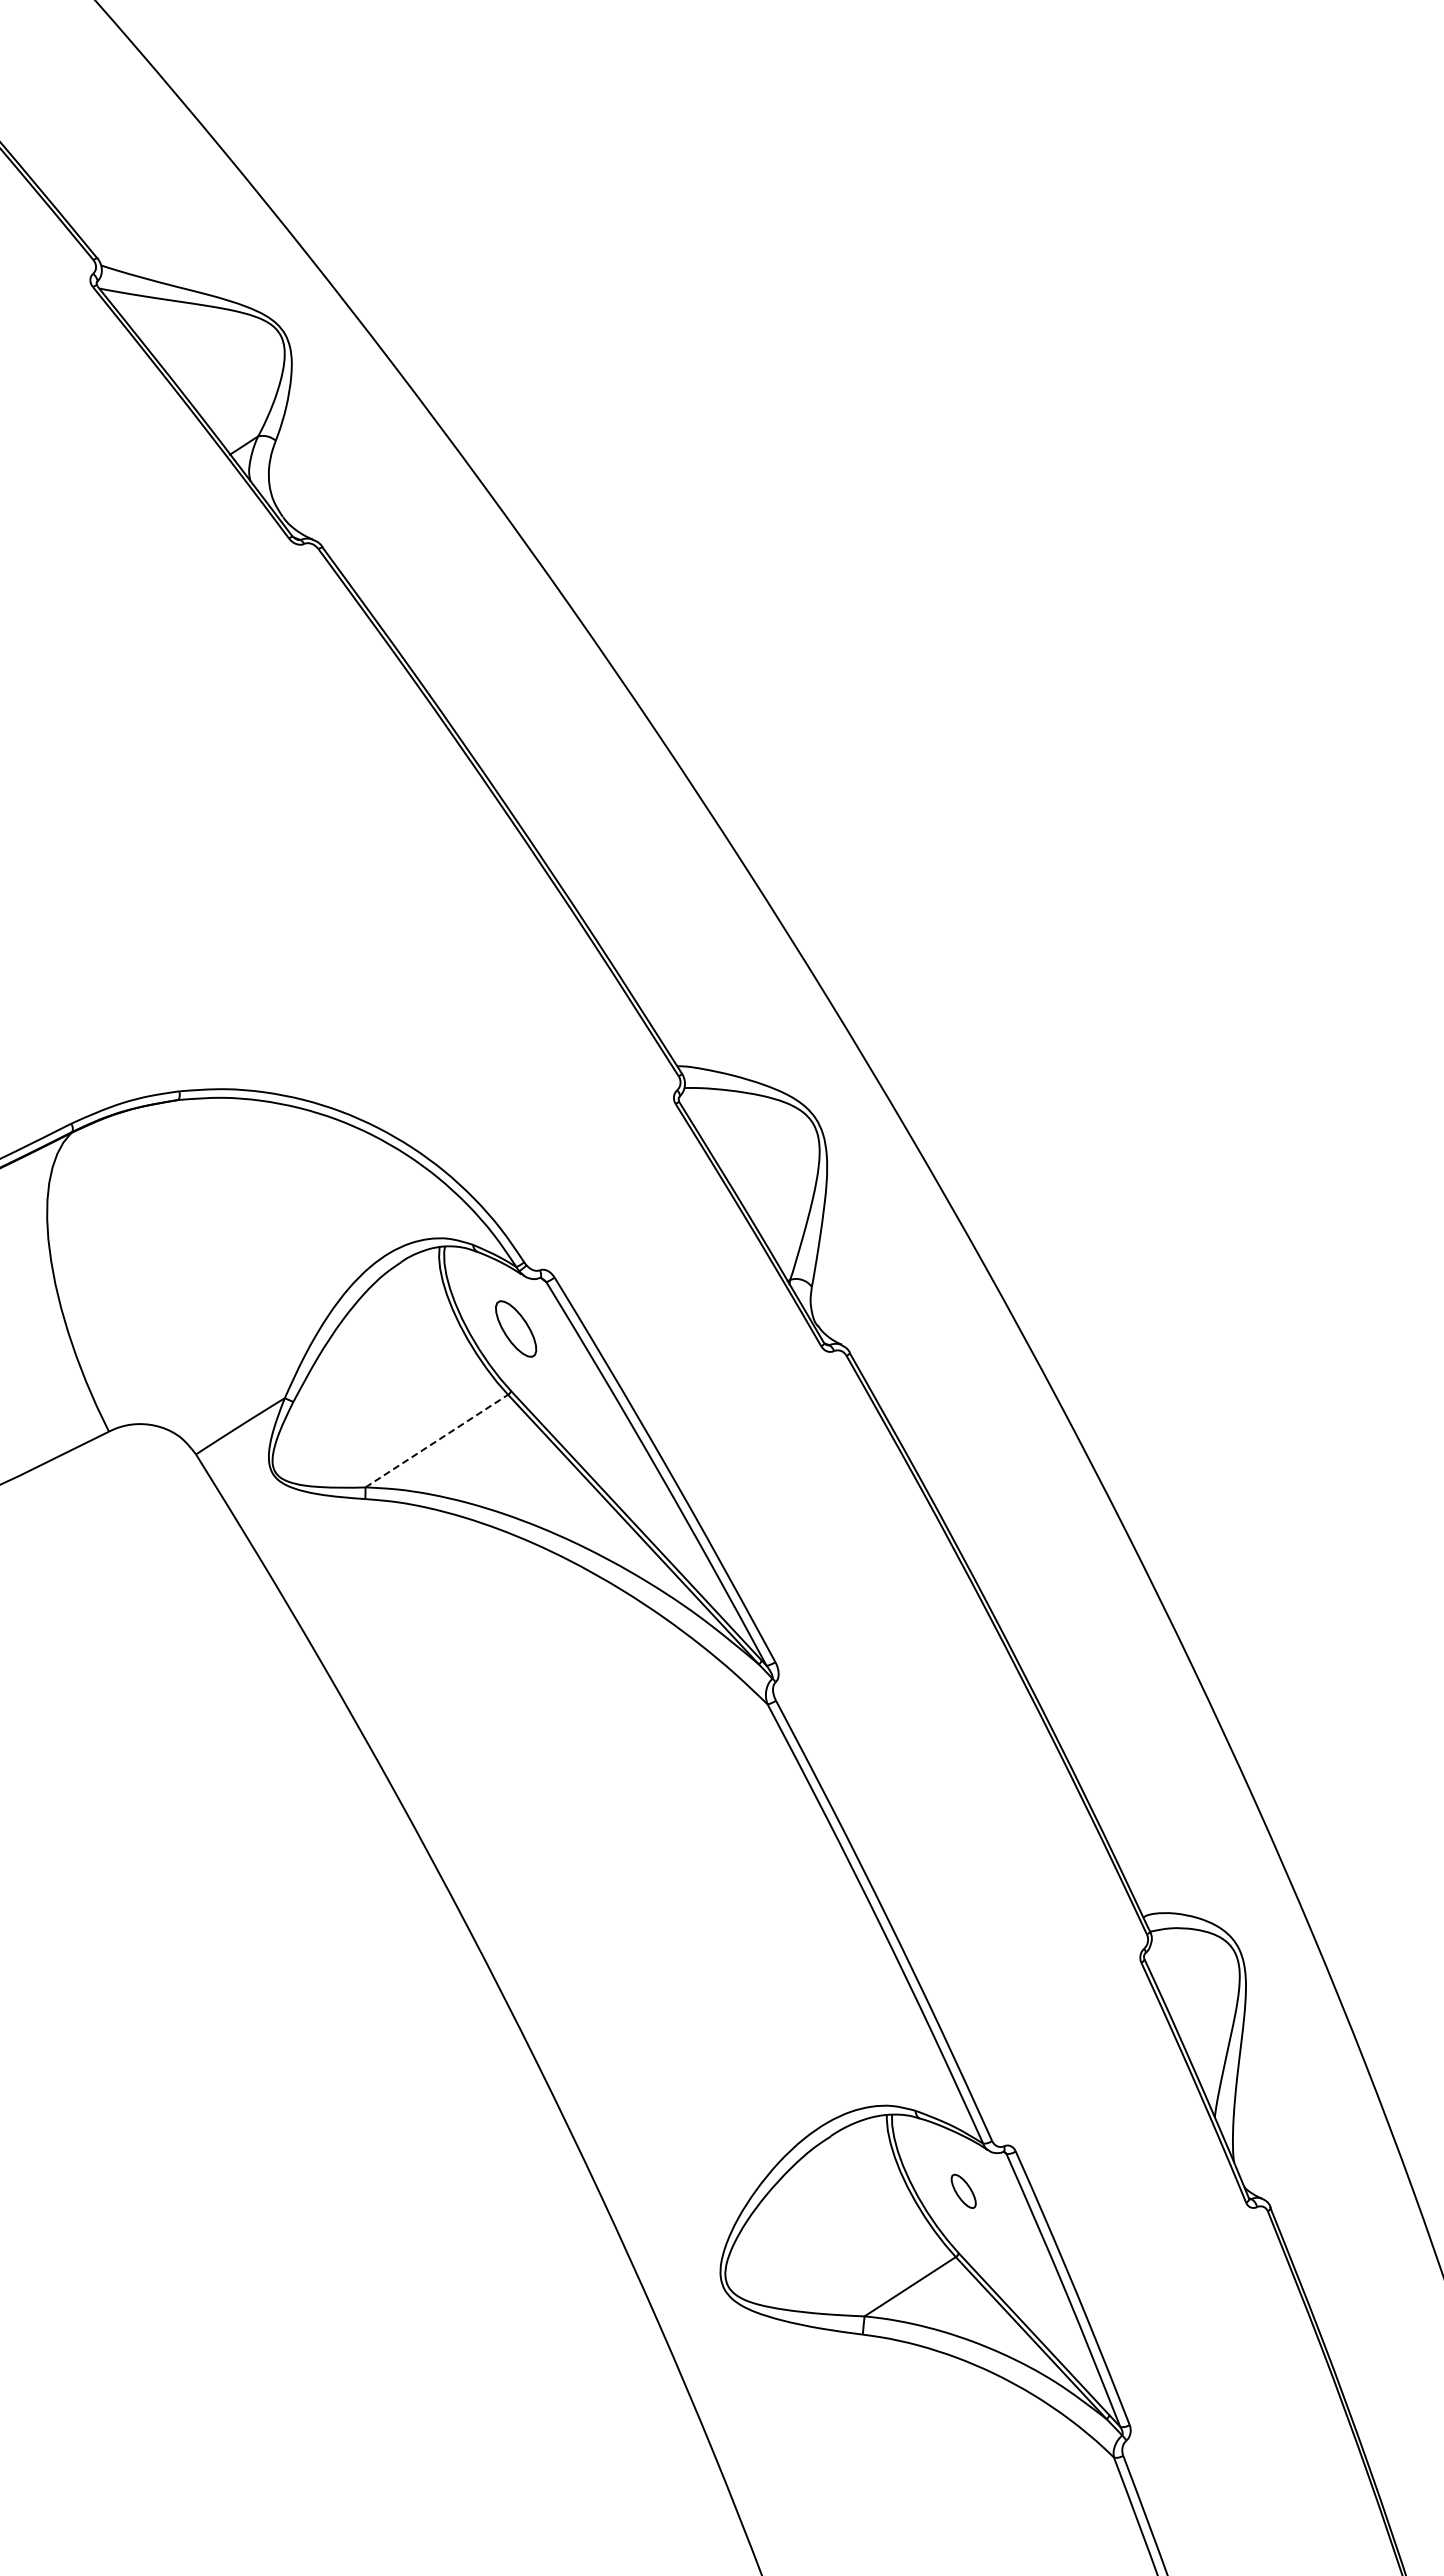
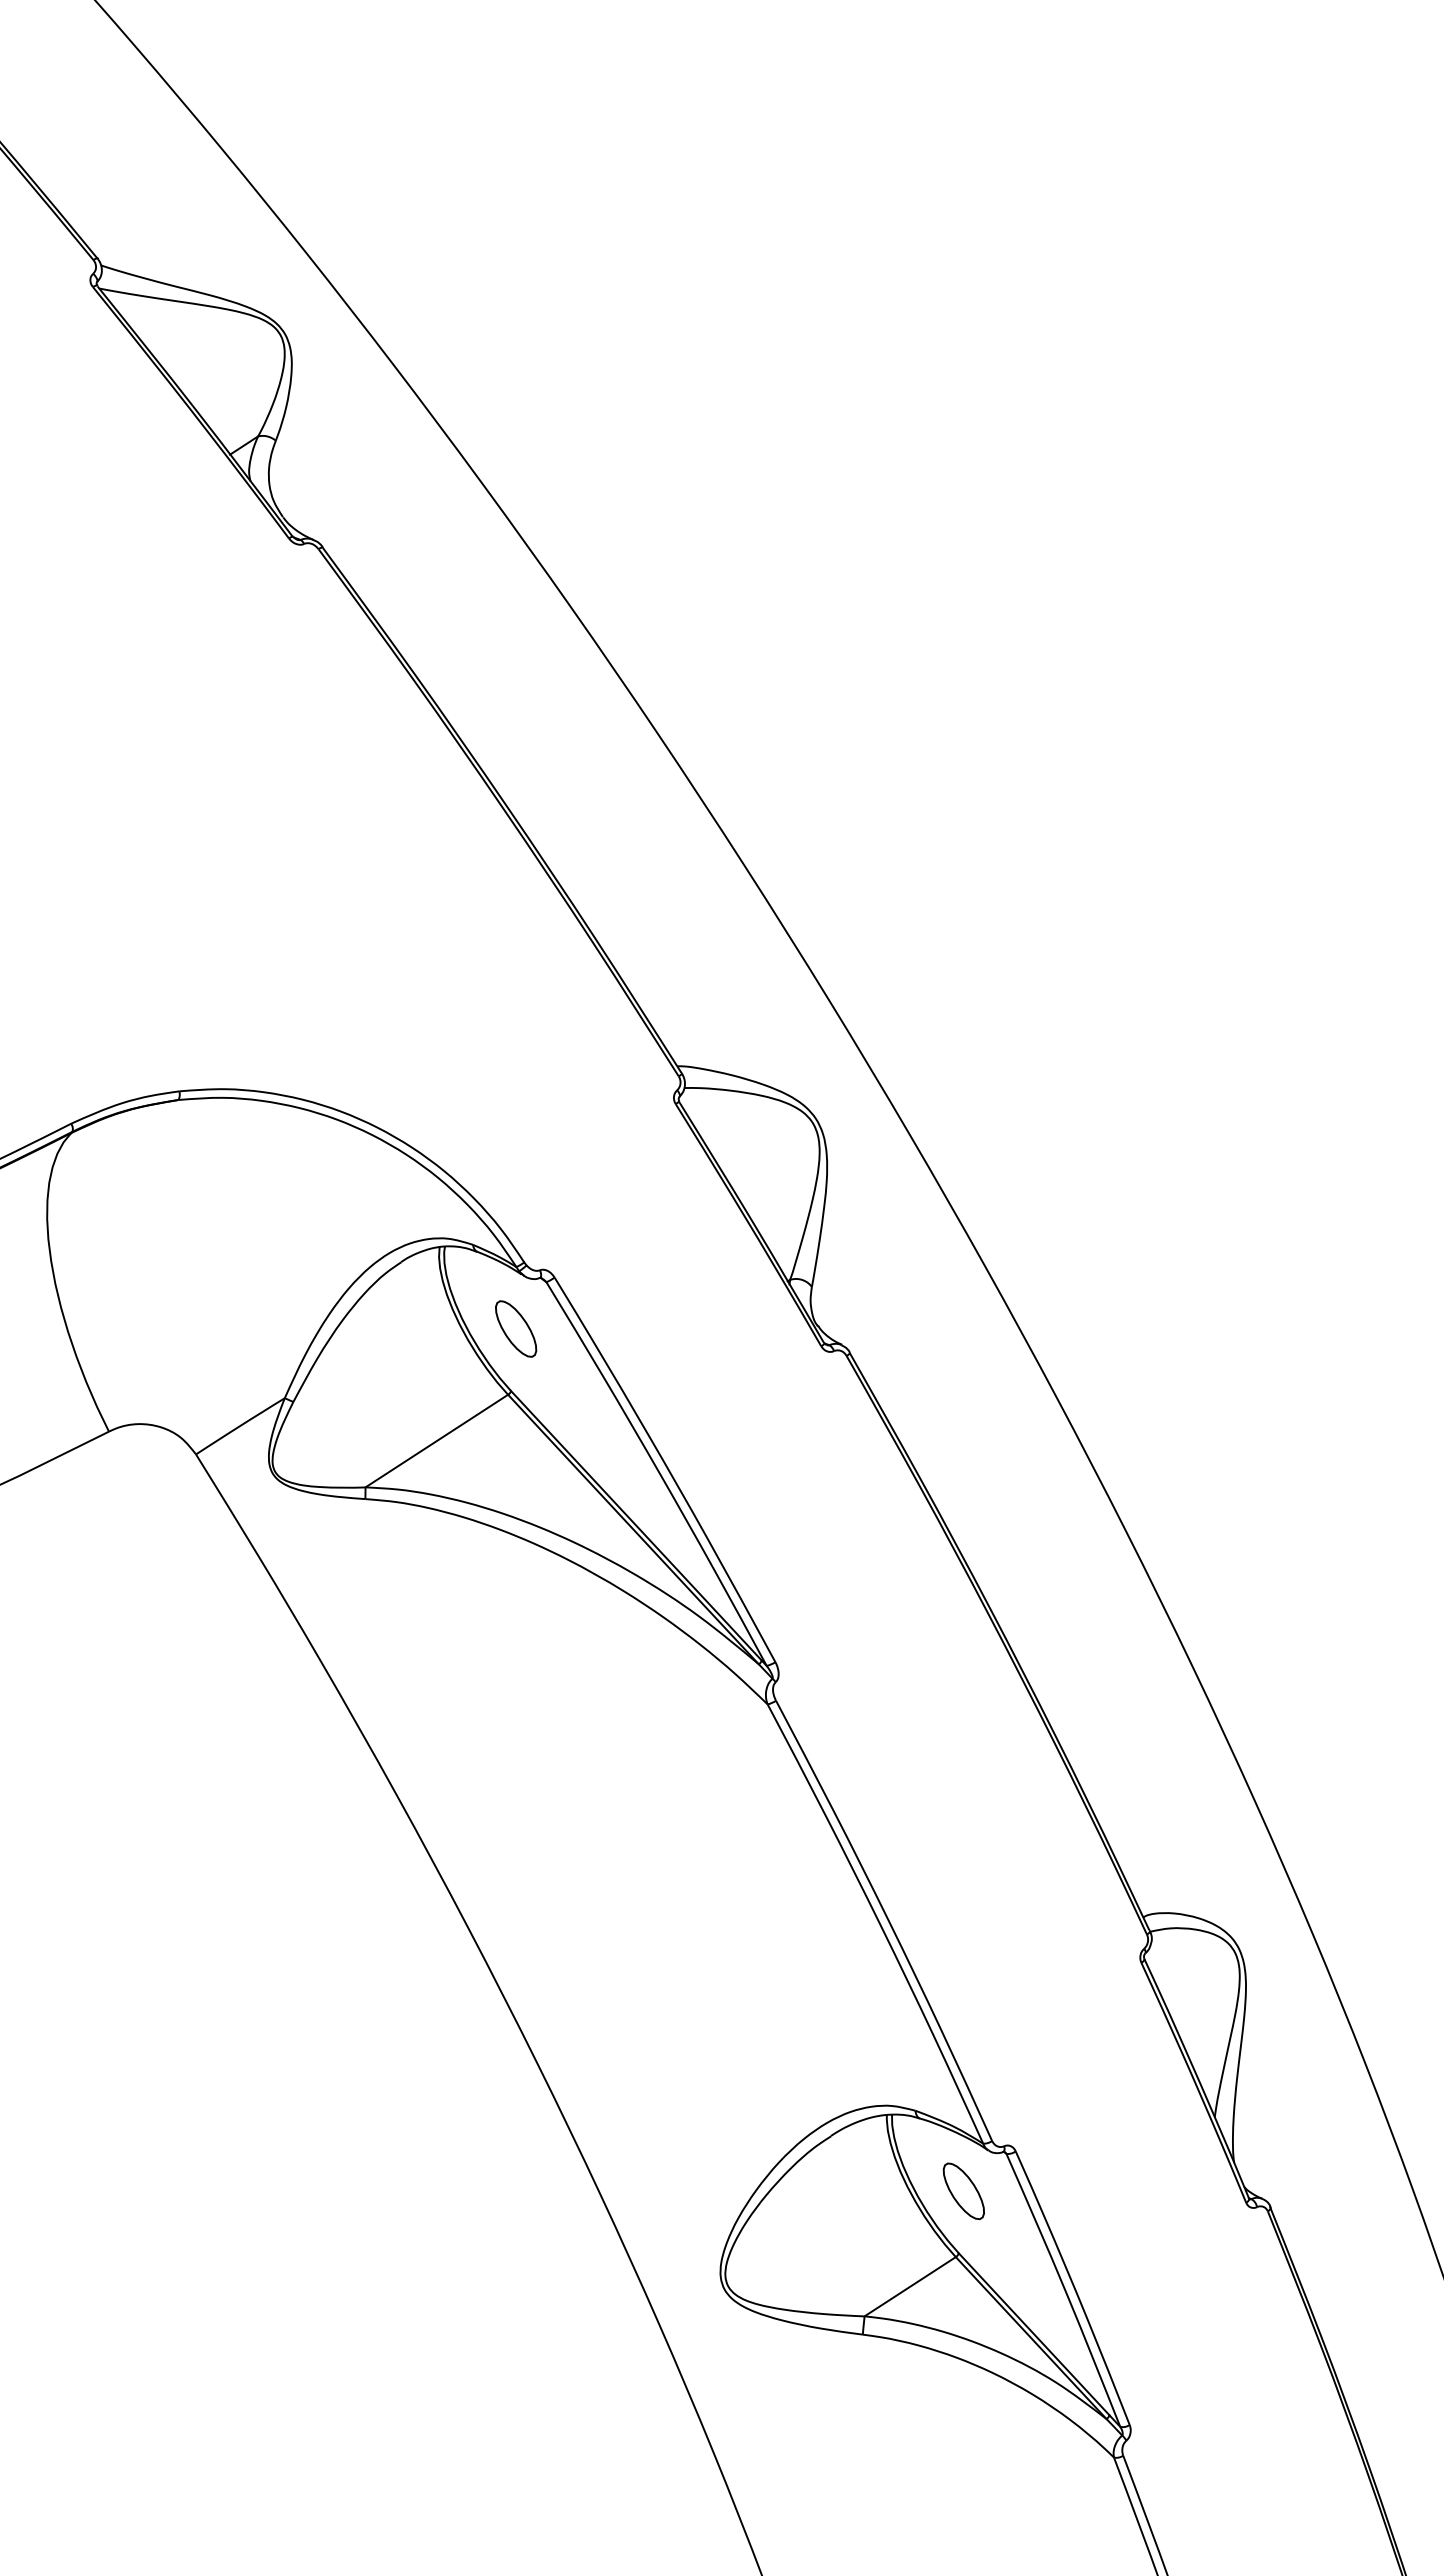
line at (436, 1441): dashed -> solid
part at (963, 2190) size: 27x36 px -> 43x59 px
